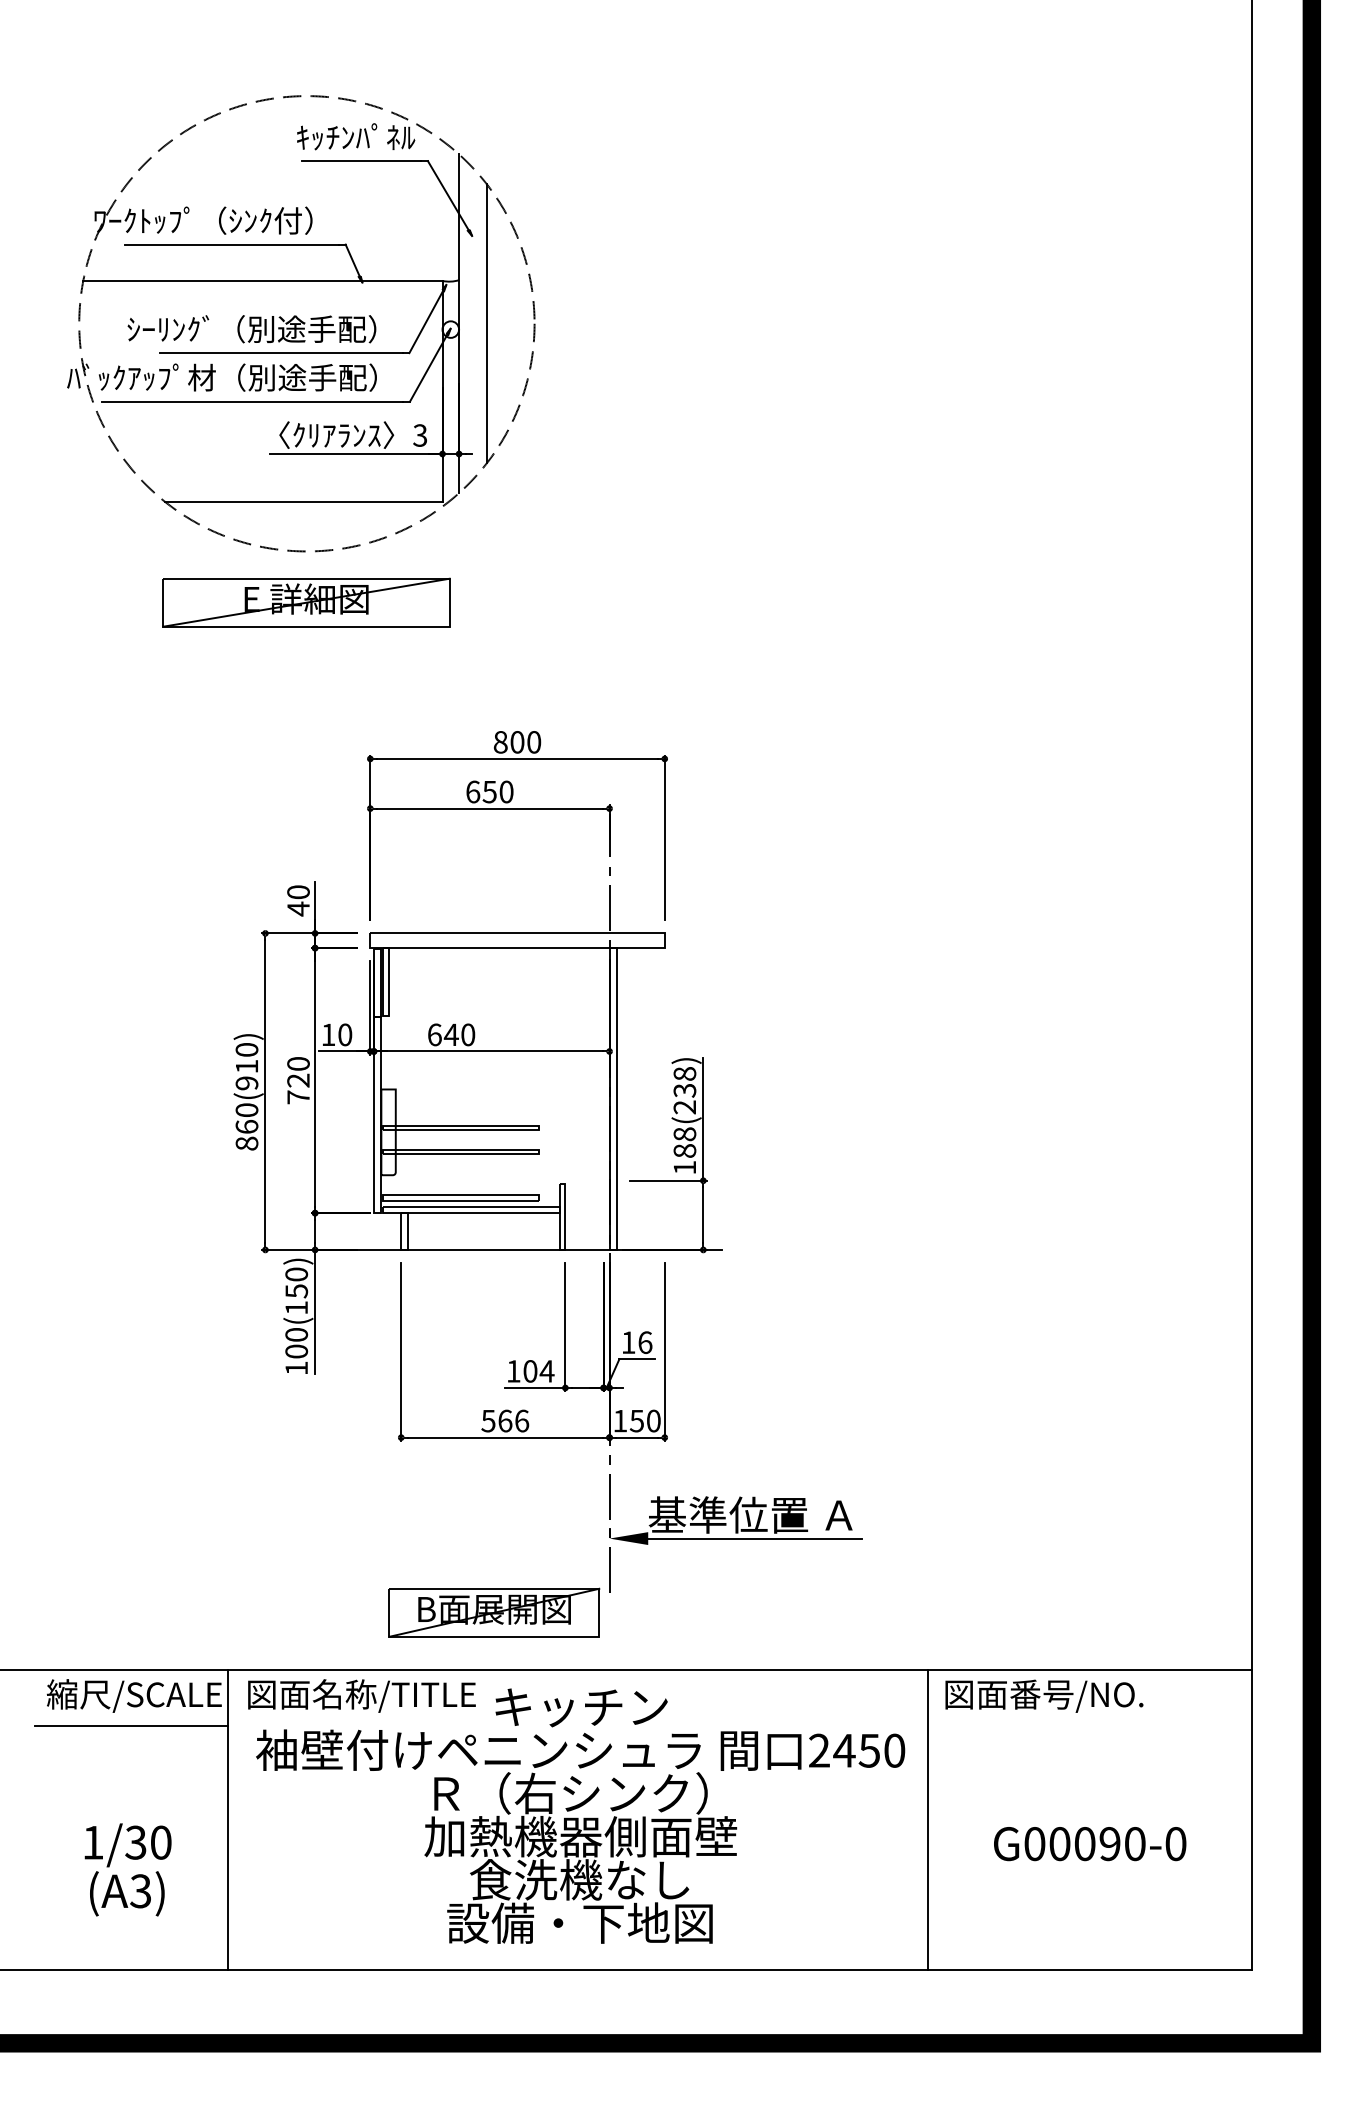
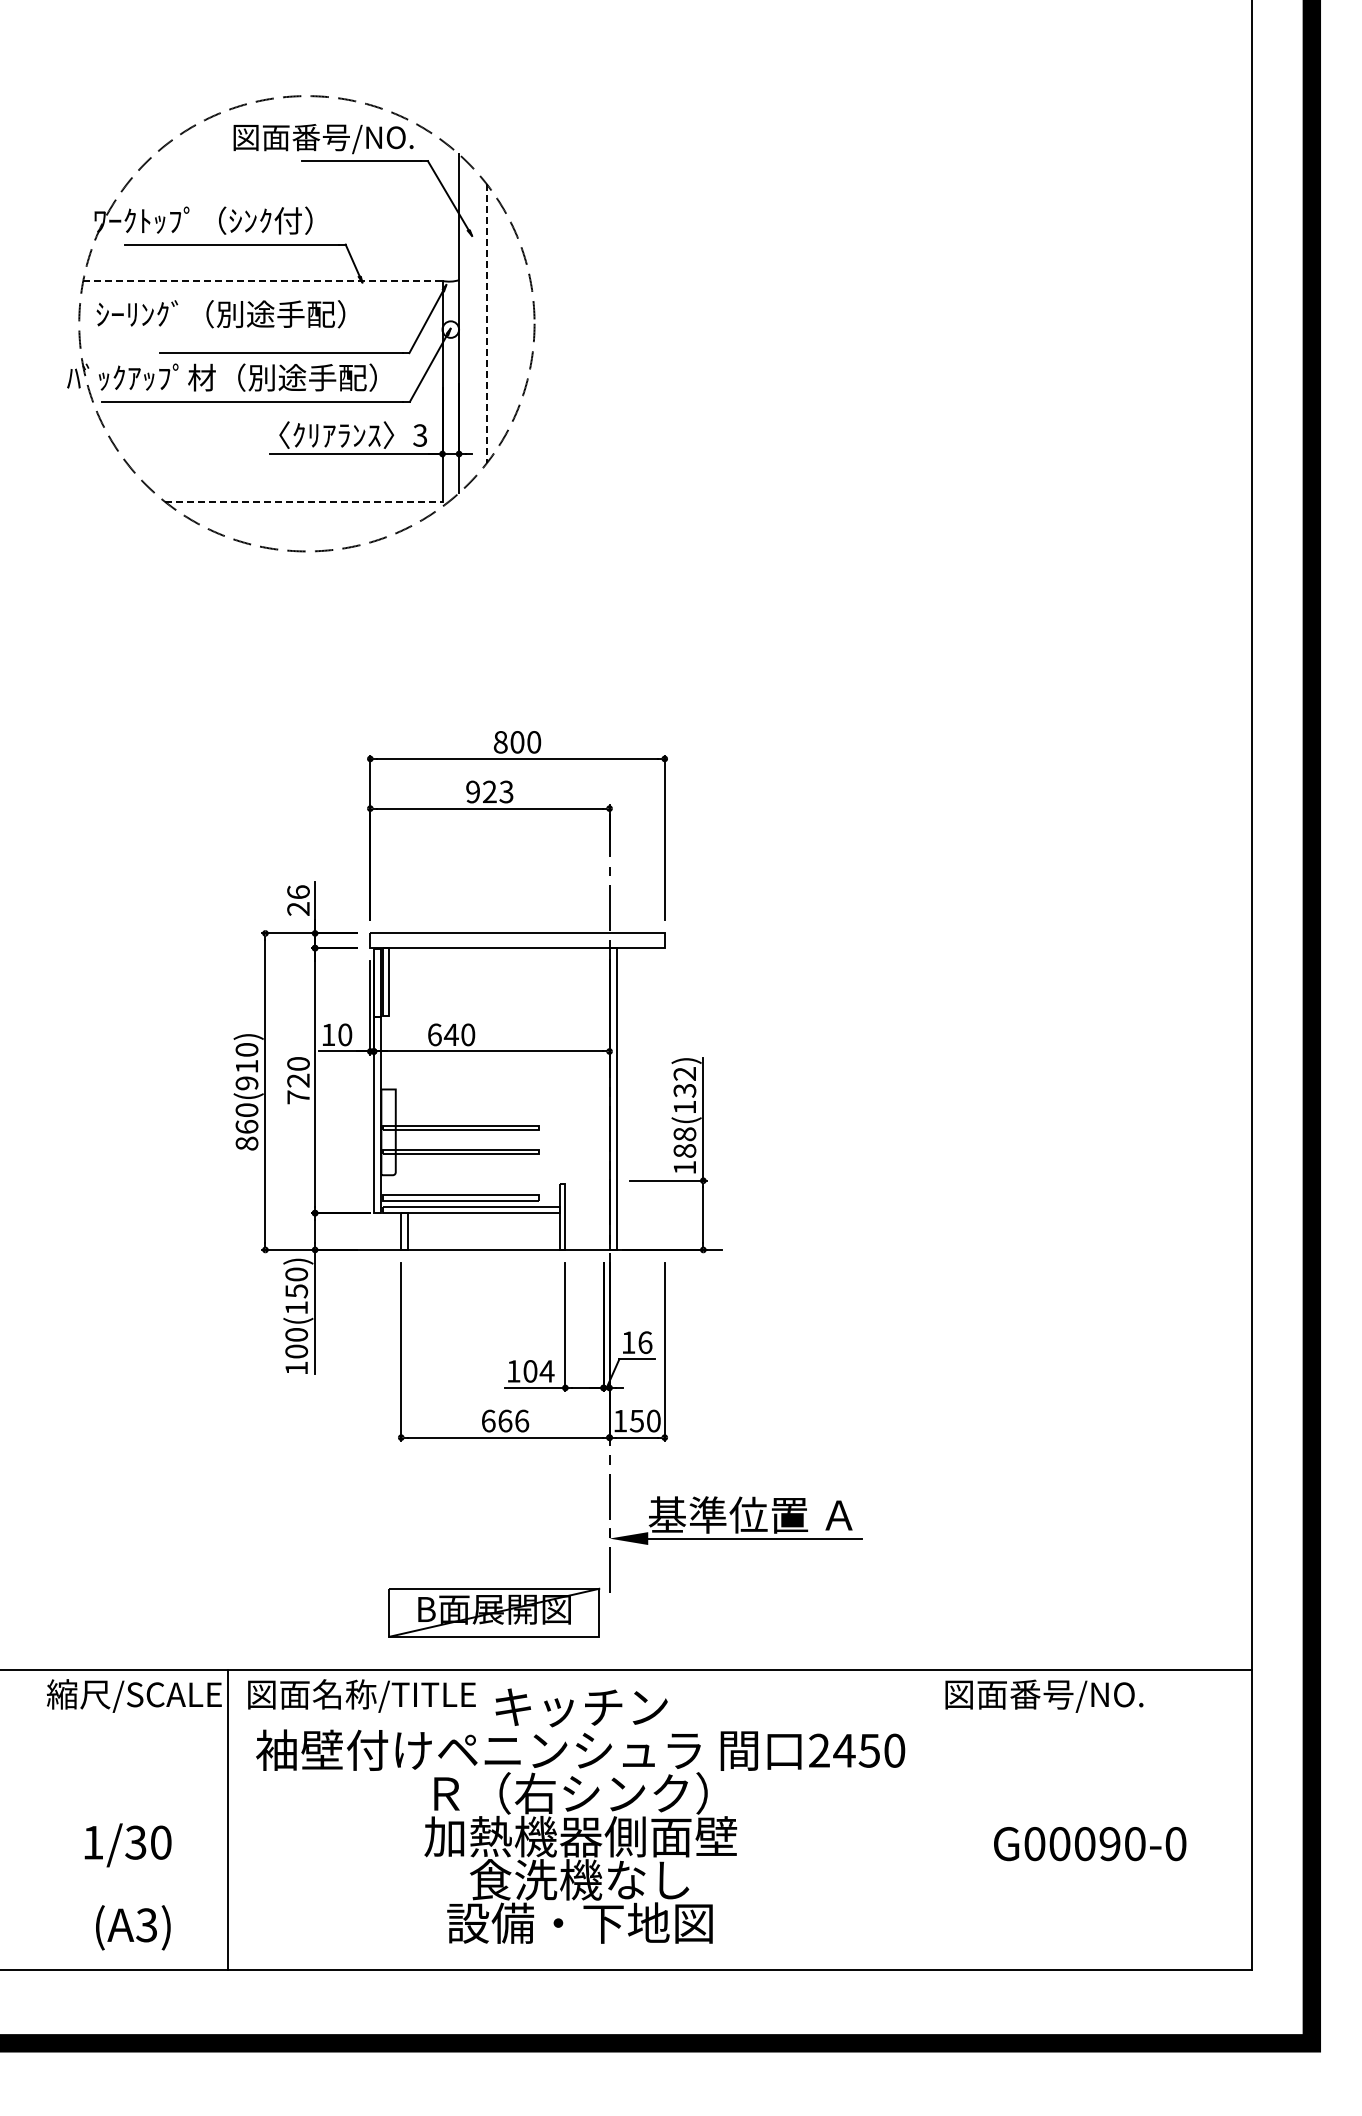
text at (324, 138): ｷｯﾁﾝﾊﾟﾈﾙ -> 図面番号/NO.
line at (262, 280): solid -> dashed
line at (486, 323): solid -> dashed
text at (251, 329) position: (251, 329) -> (220, 314)
line at (303, 501): solid -> dashed
part at (306, 602): present -> none
text at (489, 791): 650 -> 923
text at (298, 900): 40 -> 26
text at (684, 1090): 188(238) -> 188(132)
text at (488, 1420): 566 -> 666
line at (131, 1726): present -> none
line at (927, 1819): present -> none
text at (127, 1893) position: (127, 1893) -> (133, 1927)
